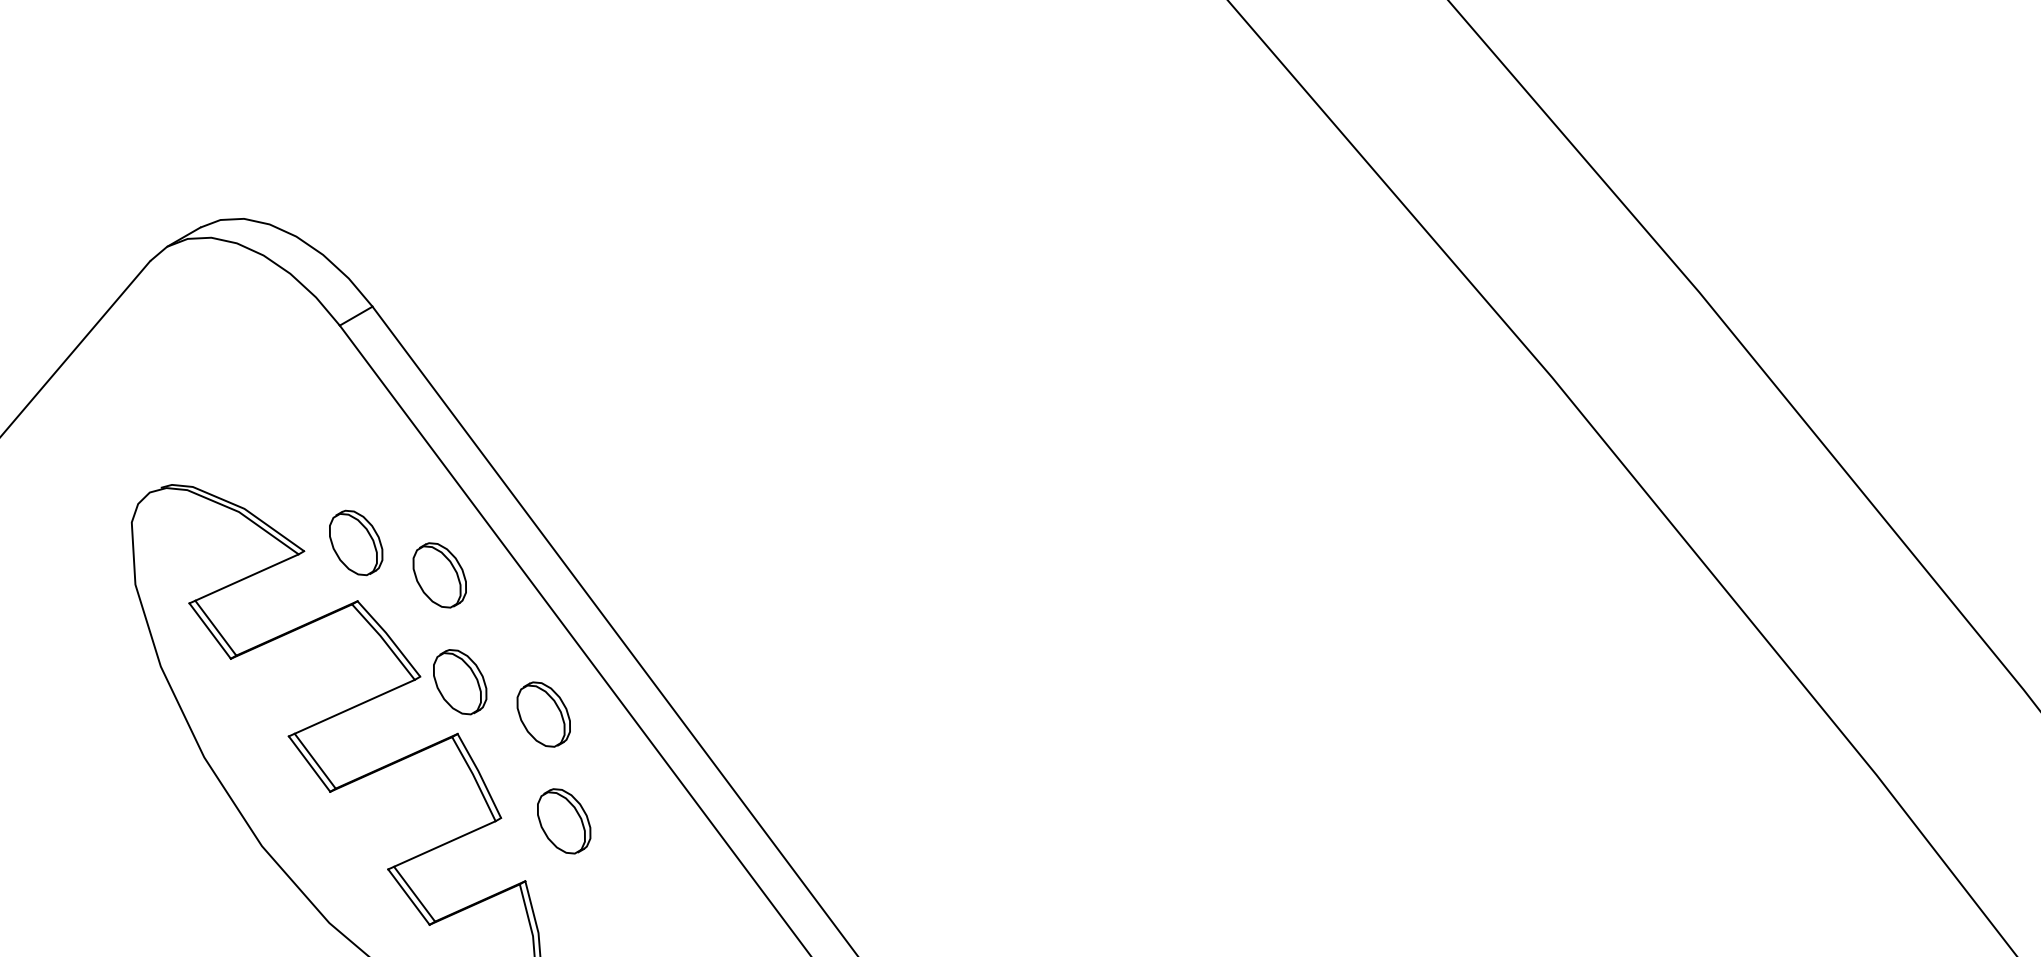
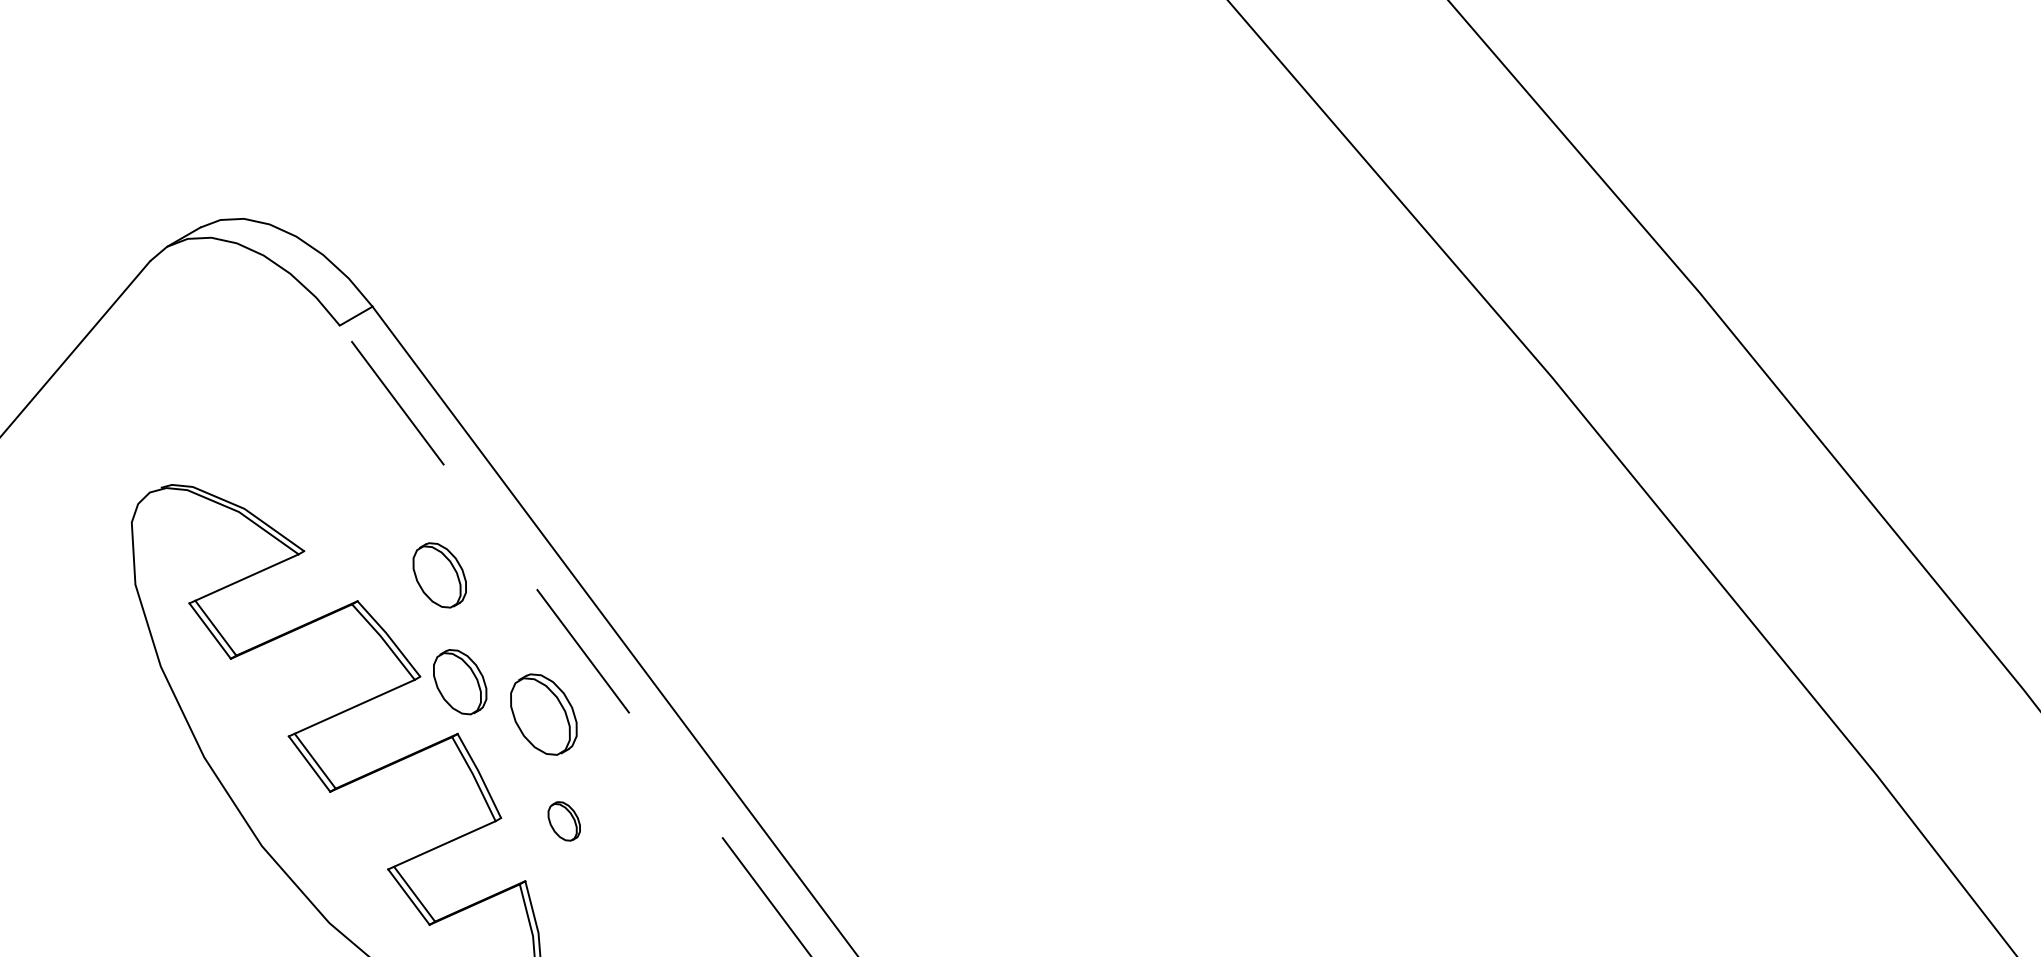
part at (356, 542): present -> none
line at (575, 641): solid -> dashed
part at (543, 714) size: 55x67 px -> 68x83 px
part at (564, 821) size: 55x67 px -> 34x41 px
